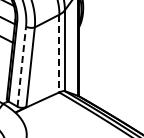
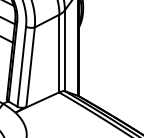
line at (59, 53): dashed -> solid
line at (21, 66): dashed -> solid
